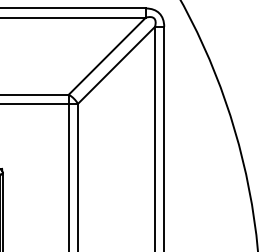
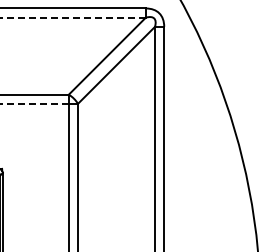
line at (72, 17): solid -> dashed
line at (34, 103): solid -> dashed
